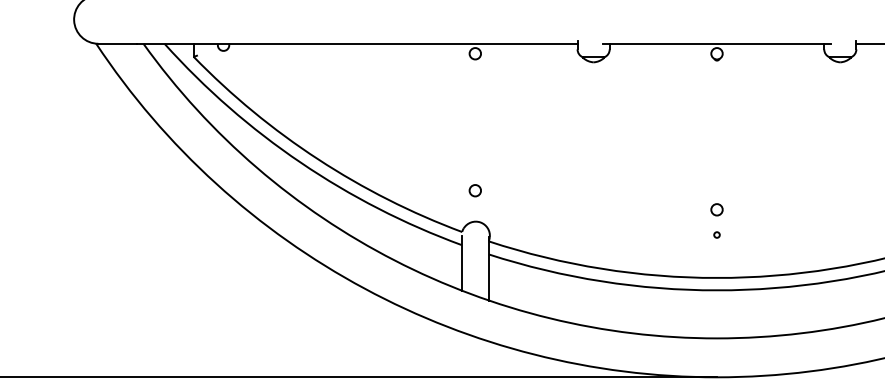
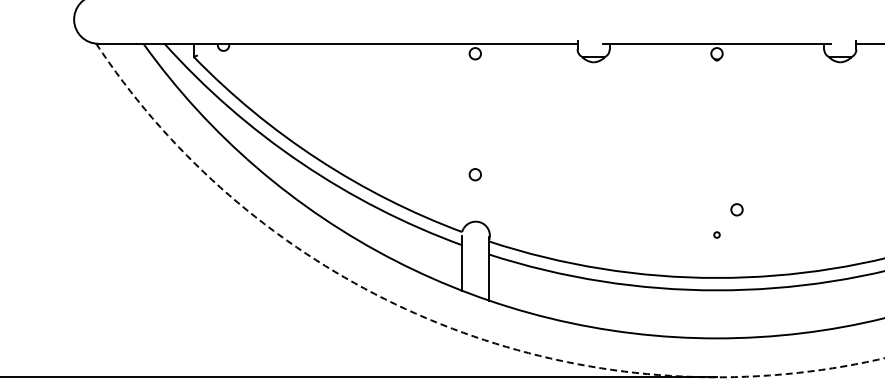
circle at (474, 190) position: (474, 190) -> (474, 174)
circle at (716, 209) position: (716, 209) -> (736, 209)
arc at (443, 325): solid -> dashed
